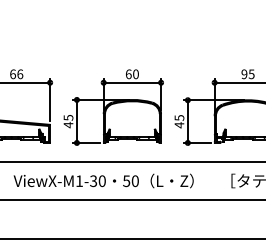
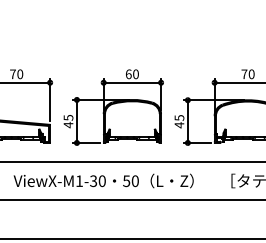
text at (16, 74): 66 -> 70
text at (247, 74): 95 -> 70
